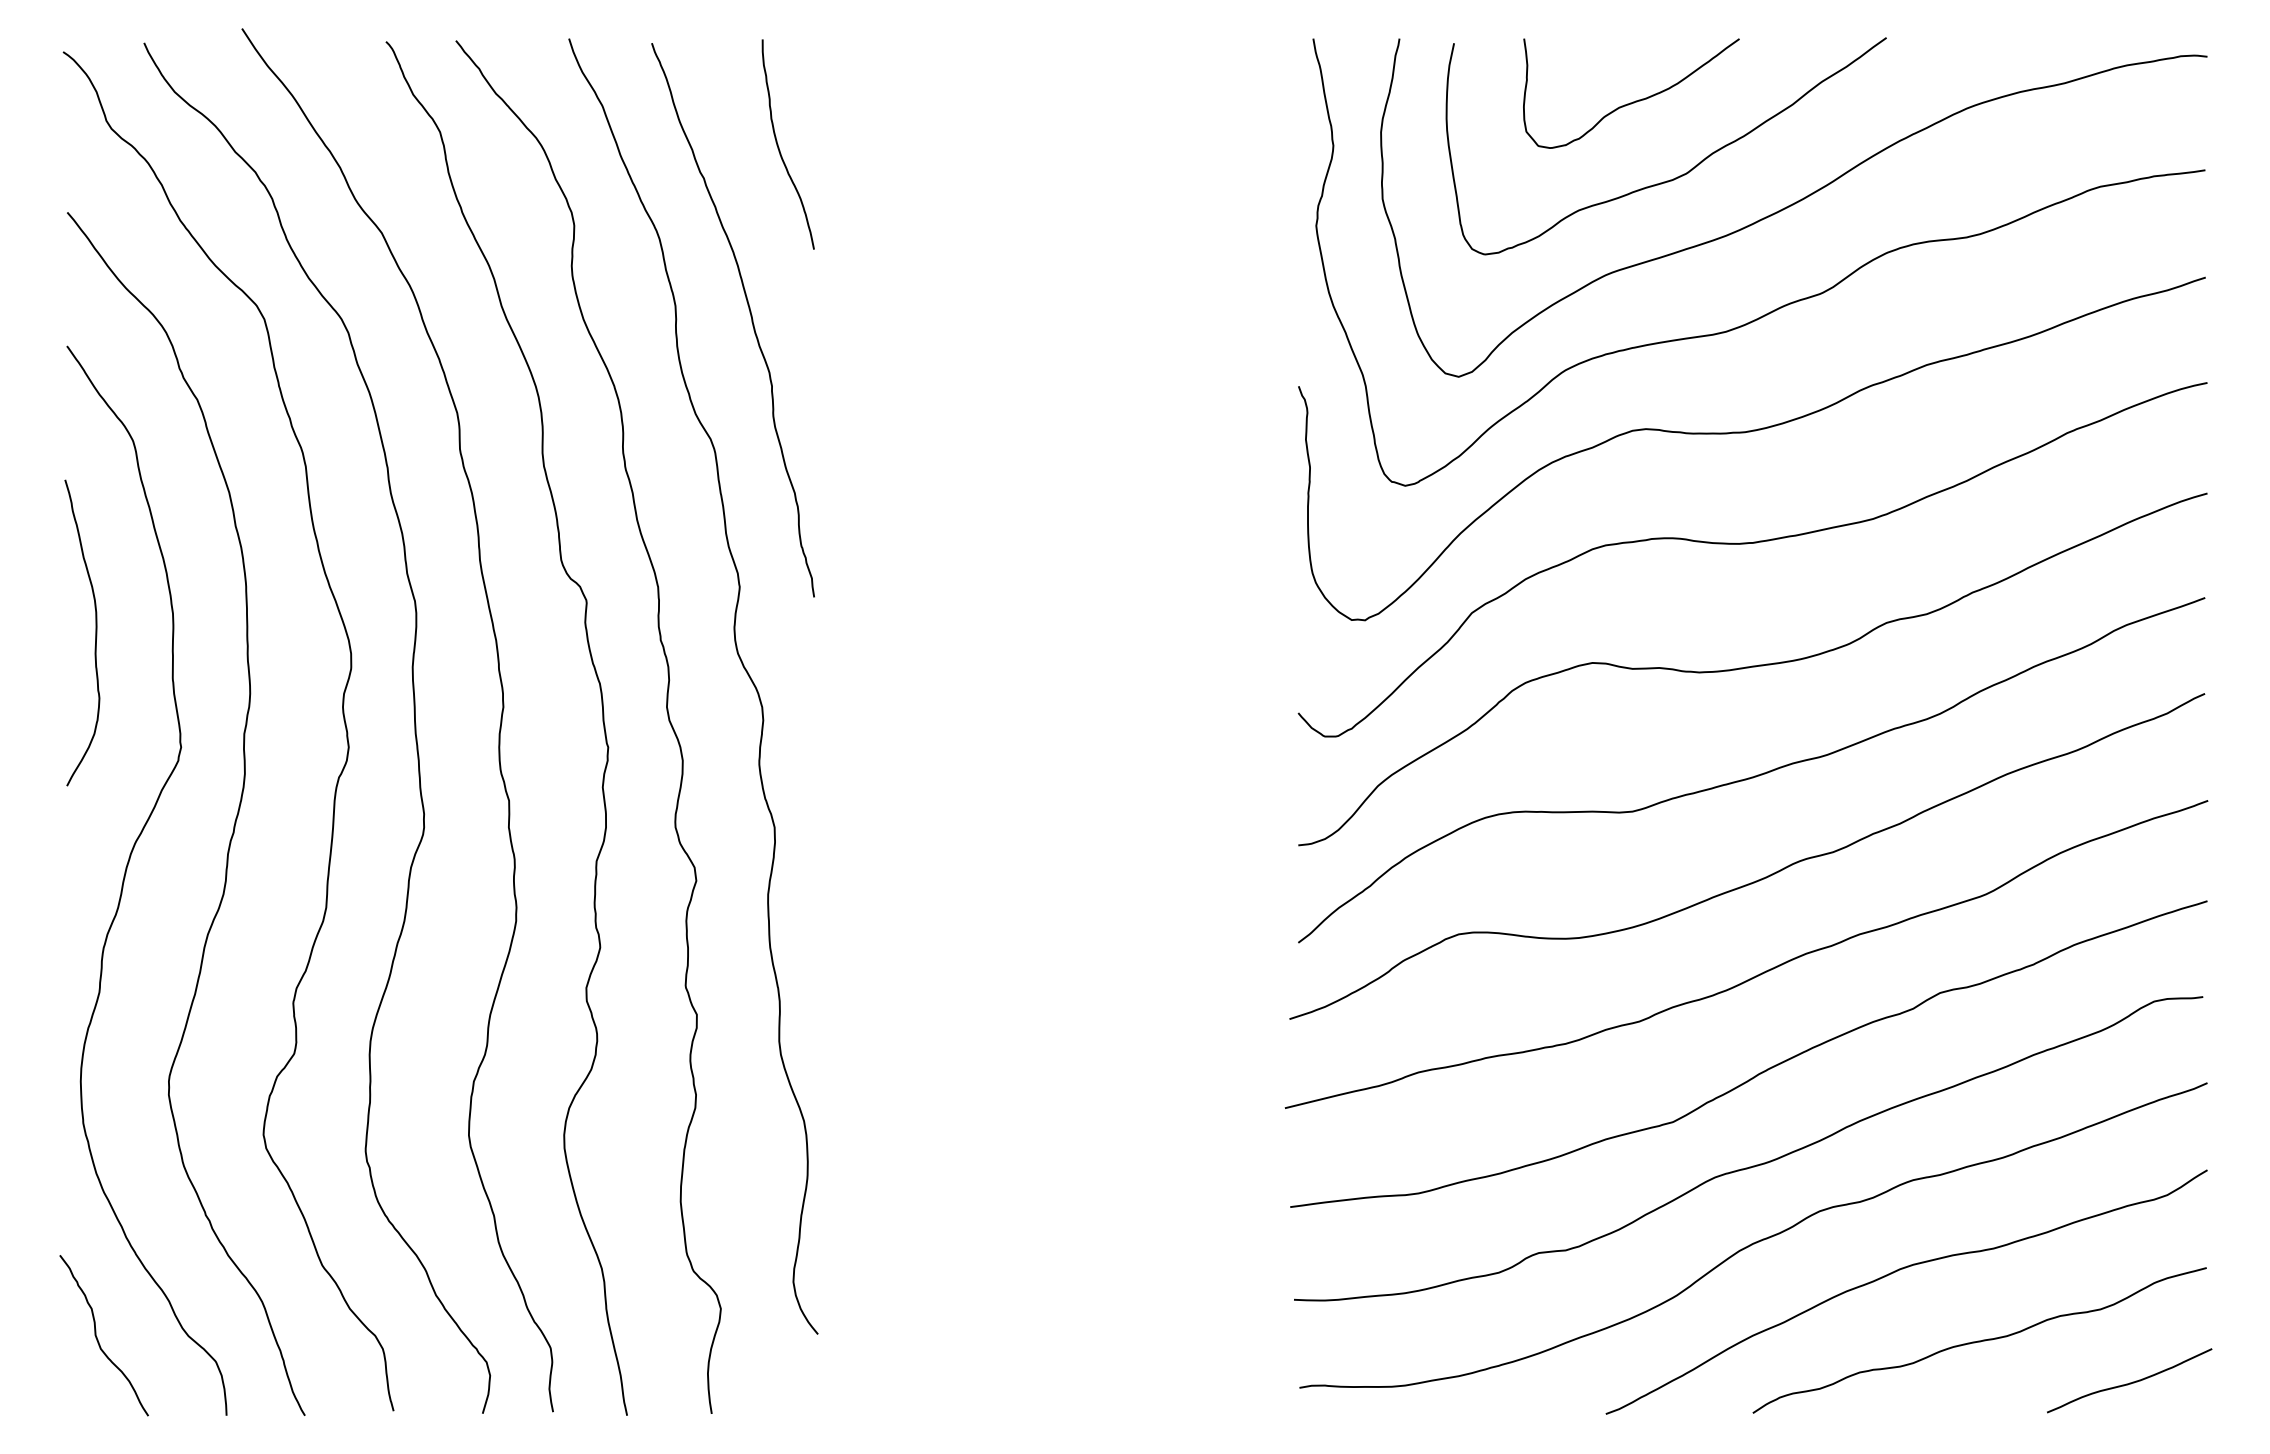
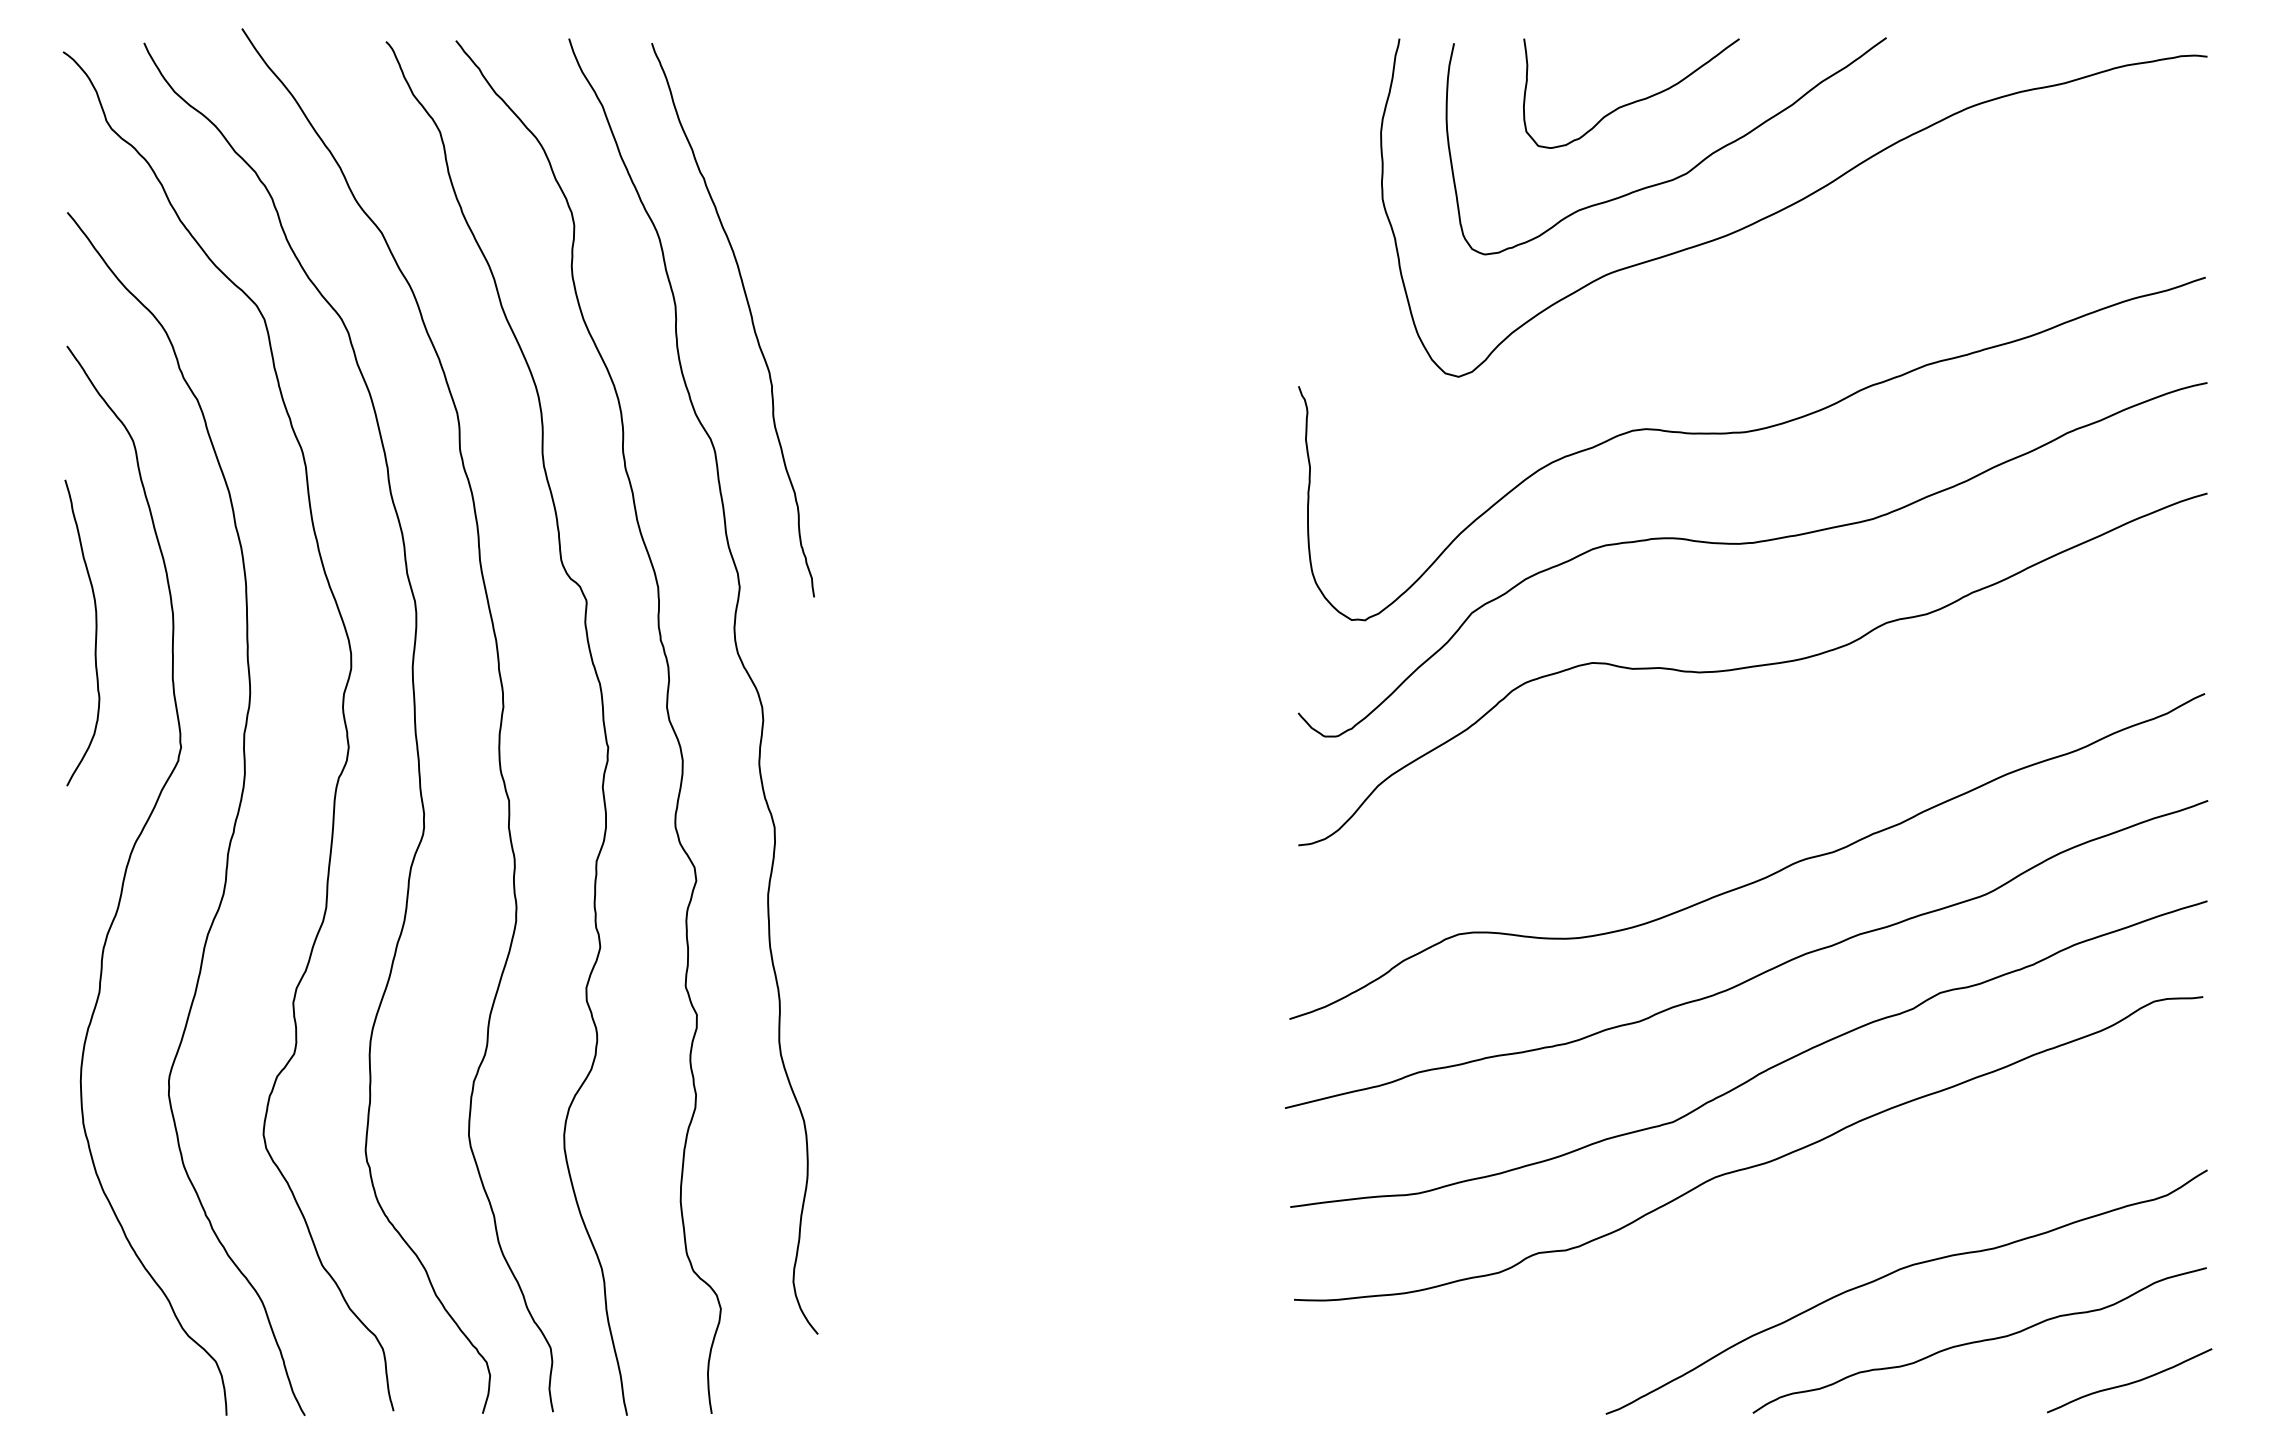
curve at (779, 147): present -> none
curve at (1780, 306): present -> none
curve at (1754, 775): present -> none
curve at (1755, 1241): present -> none
curve at (97, 1337): present -> none
